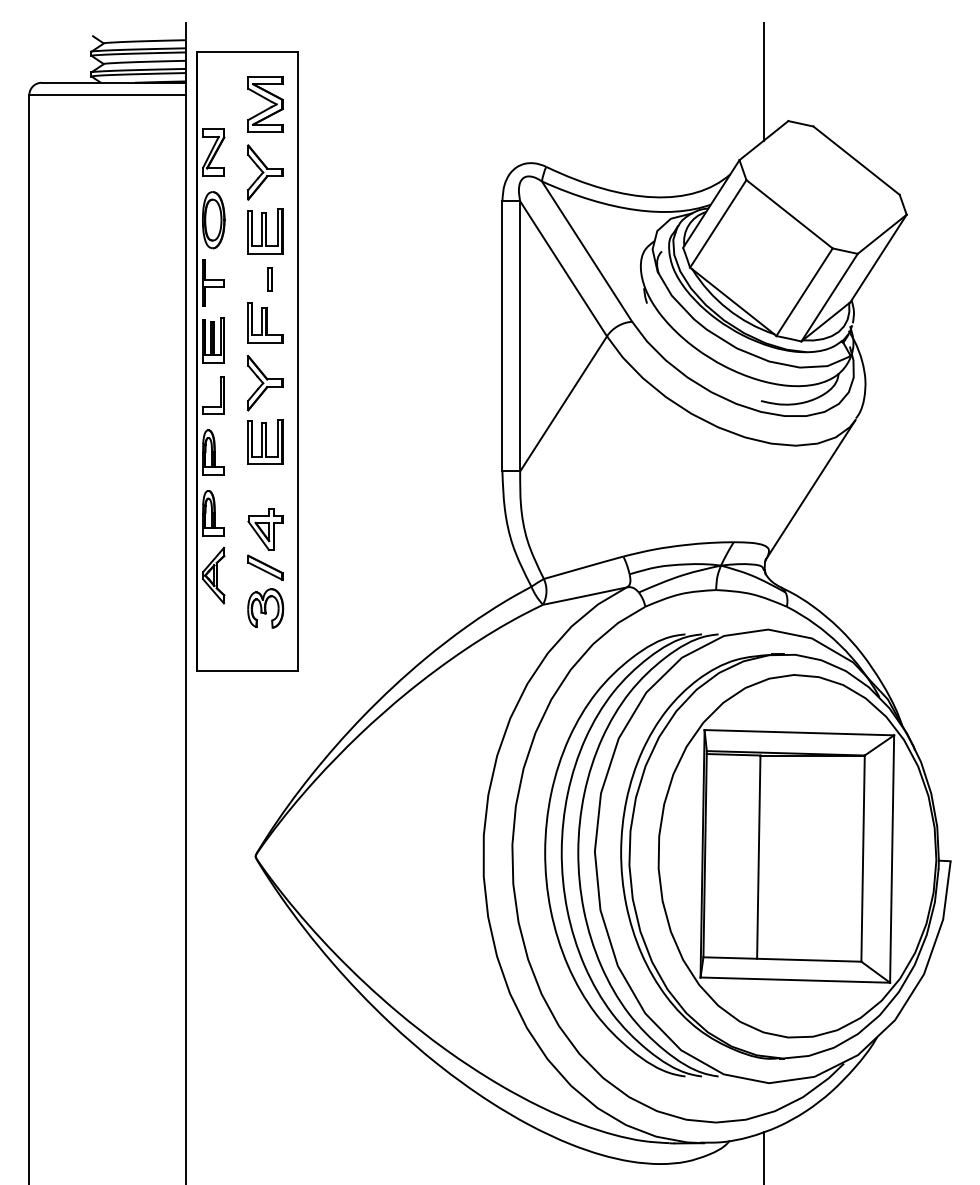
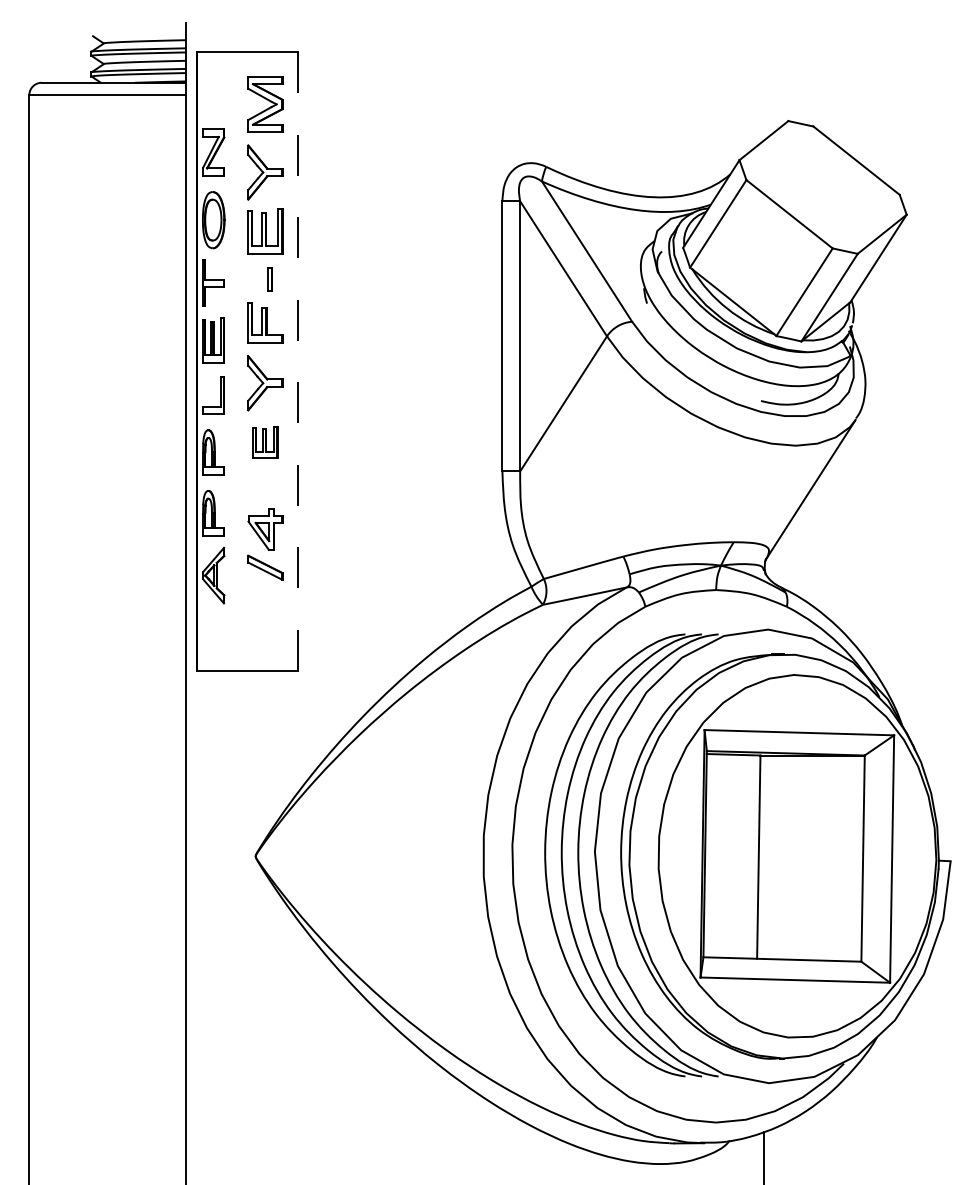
line at (763, 81): present -> none
line at (297, 360): solid -> dashed
part at (265, 441) size: 37x46 px -> 27x33 px
part at (265, 608): present -> none
